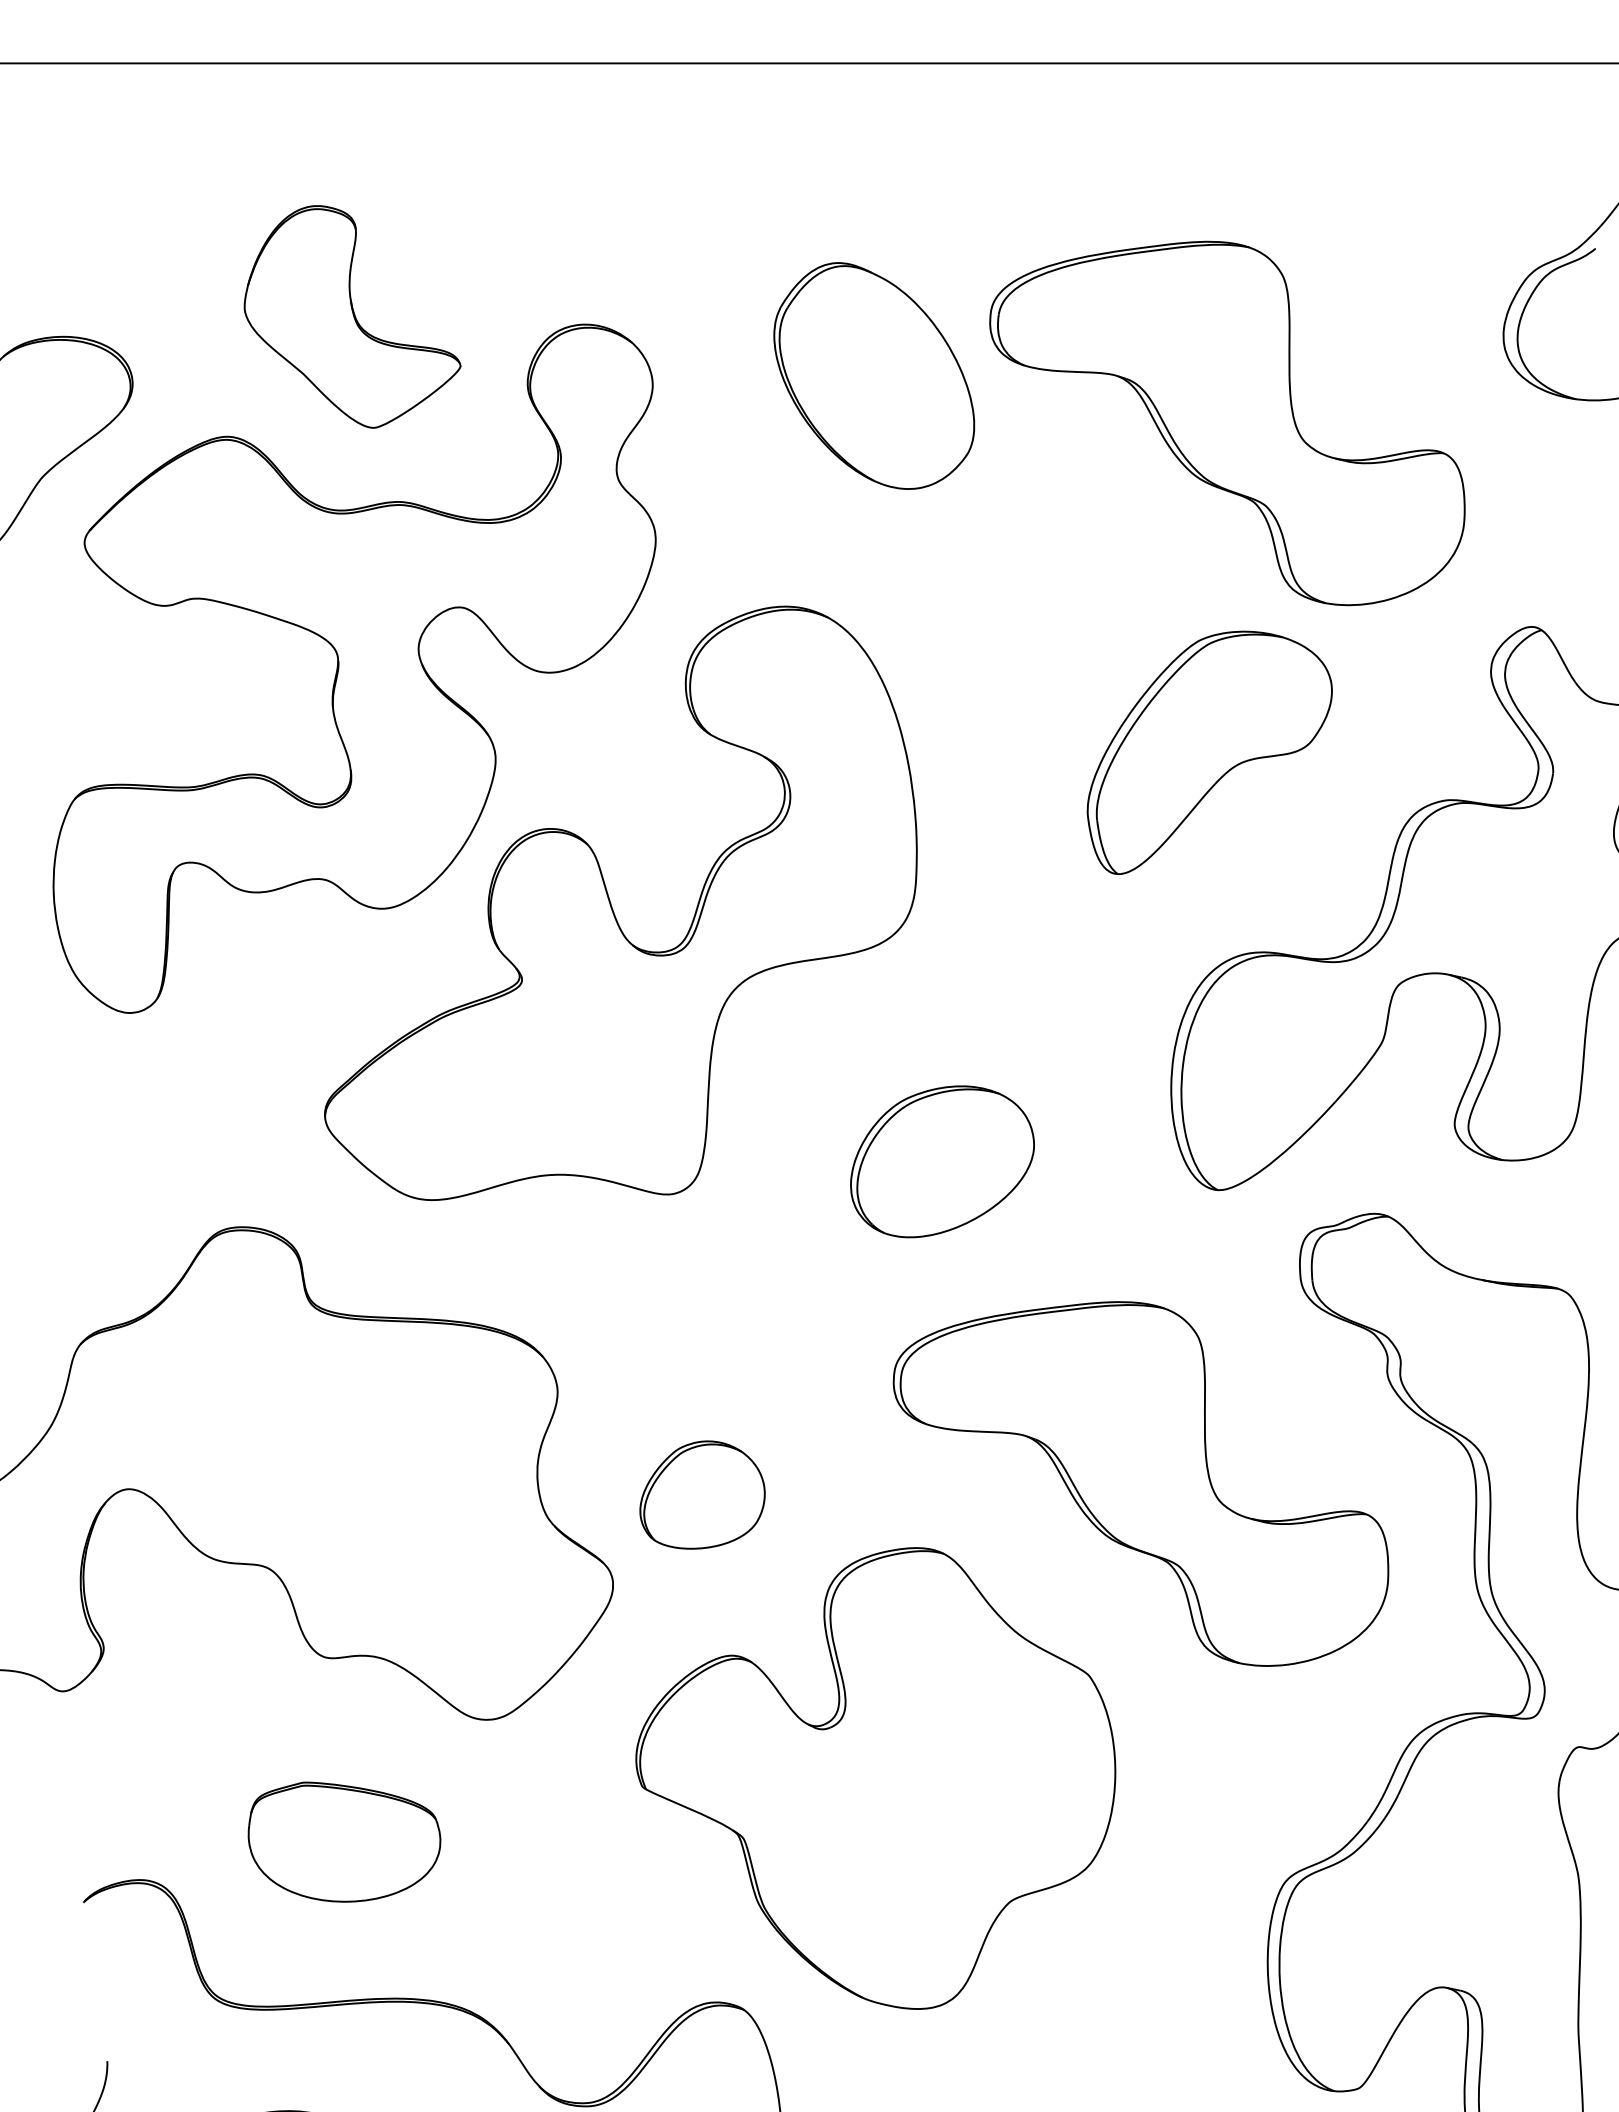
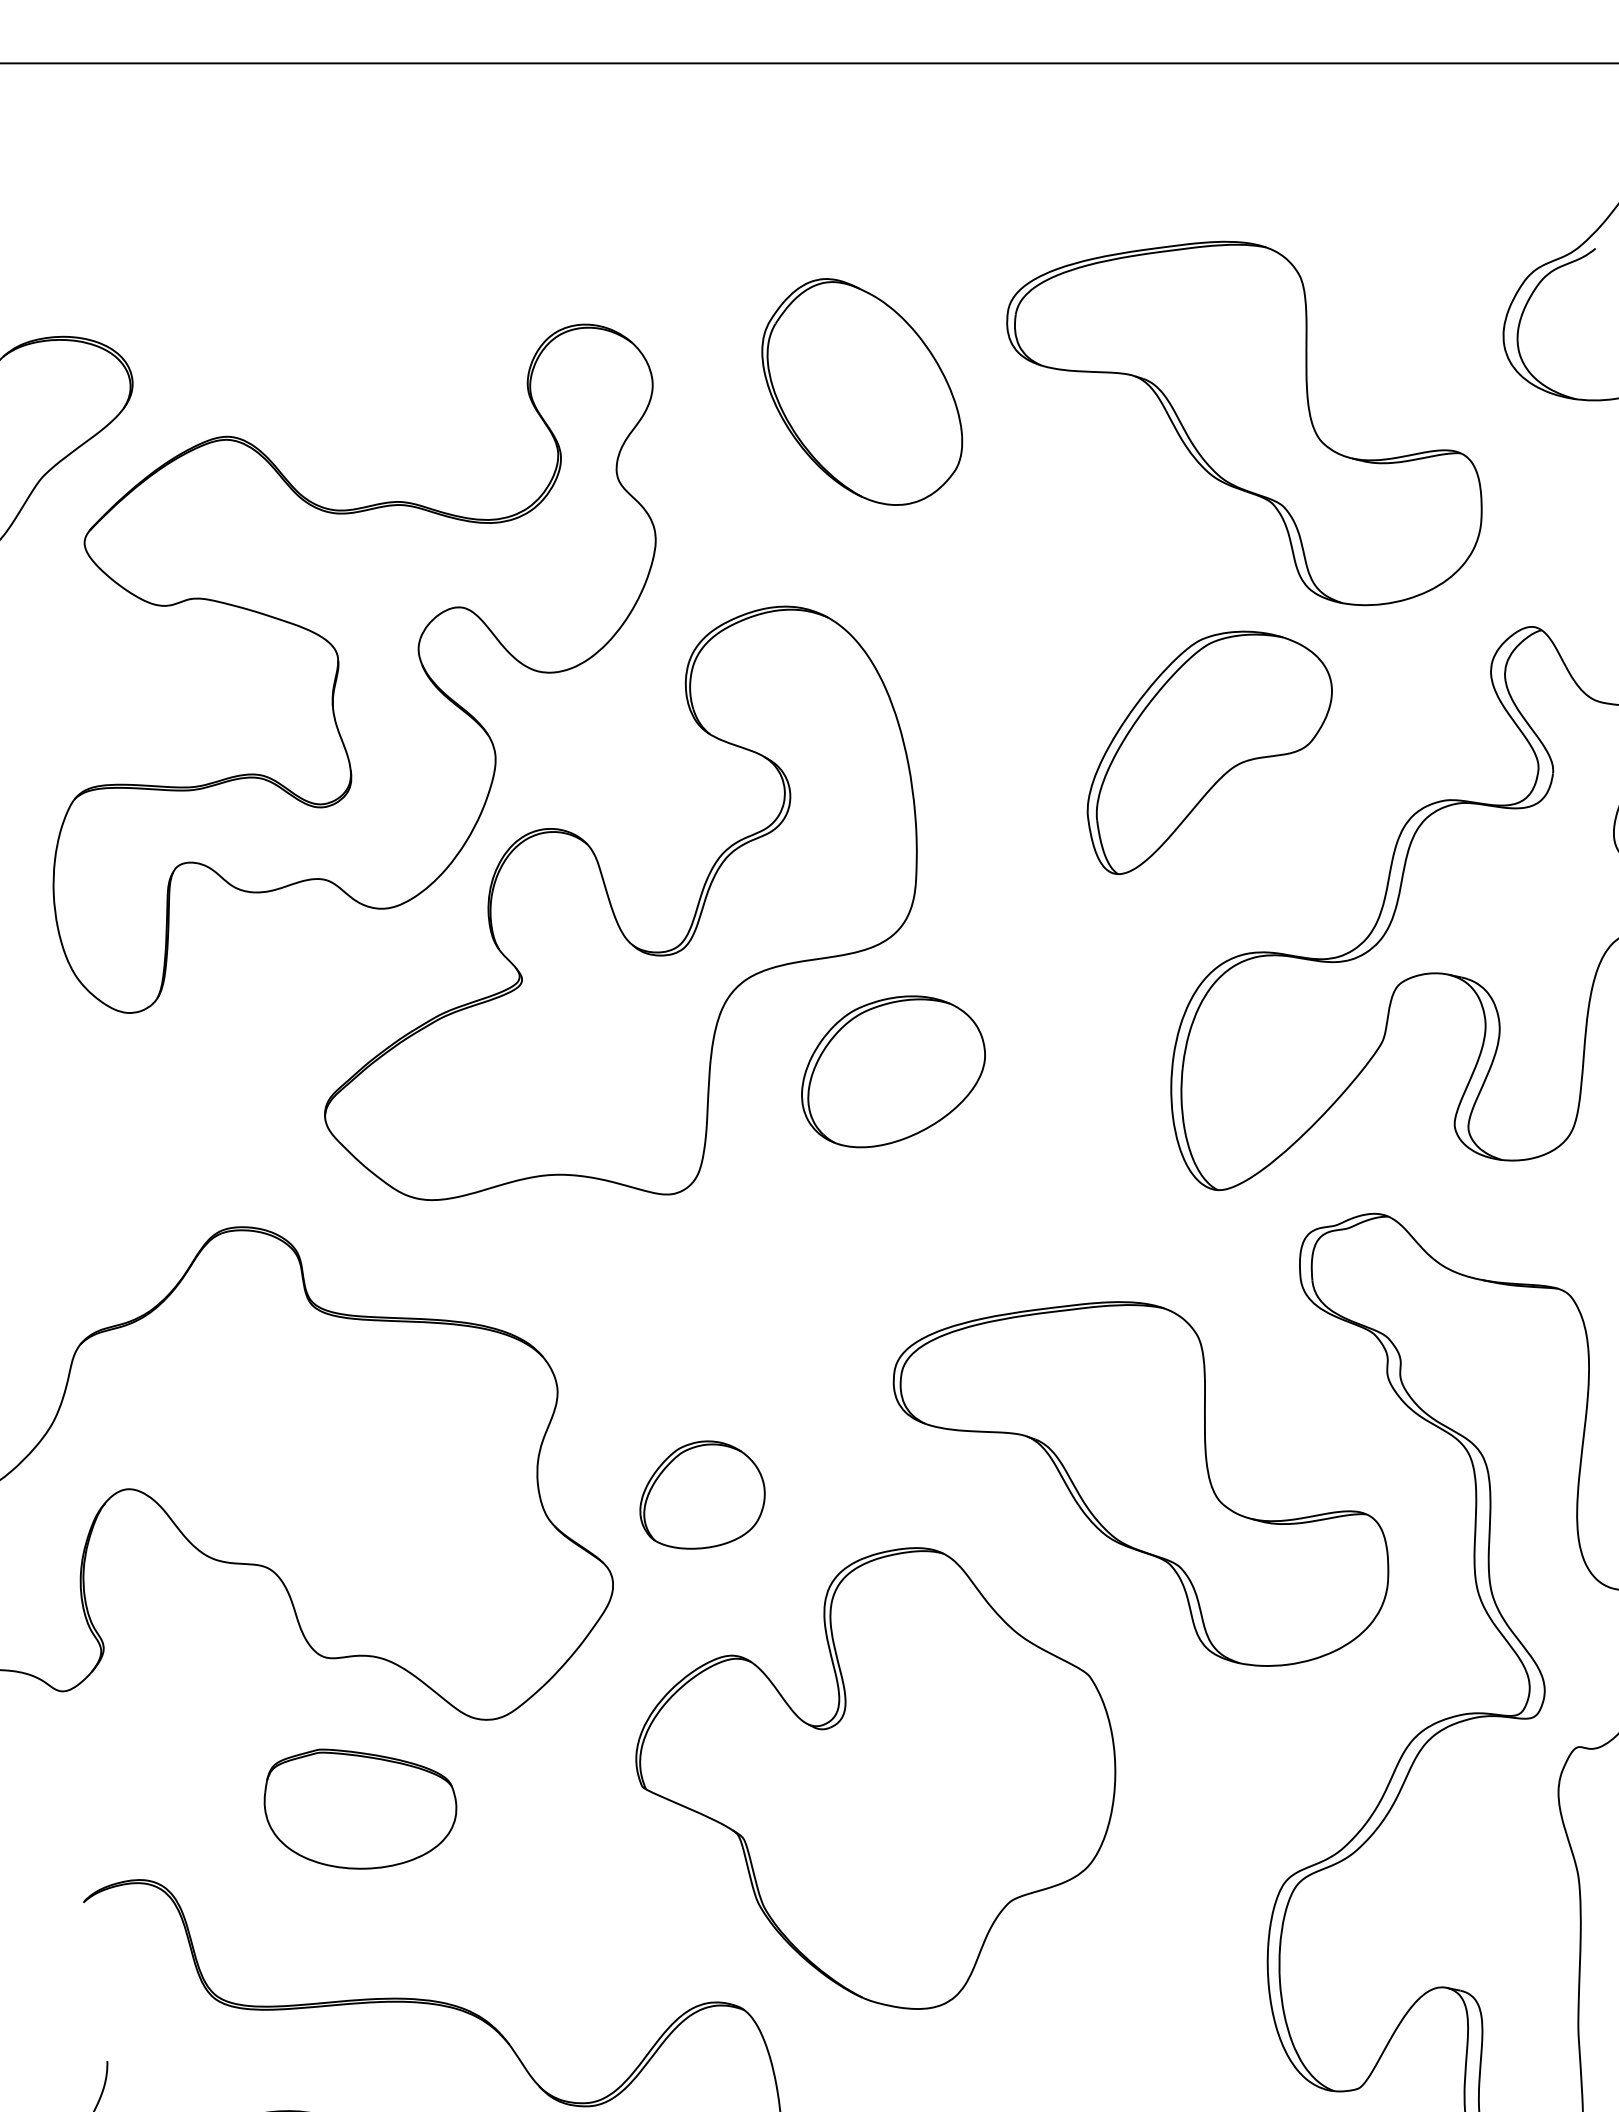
part at (352, 316): present -> none
part at (874, 375) position: (874, 375) -> (862, 391)
part at (1227, 423) position: (1227, 423) -> (1244, 423)
part at (942, 1161) position: (942, 1161) -> (893, 1071)
part at (344, 1841) position: (344, 1841) -> (360, 1808)
